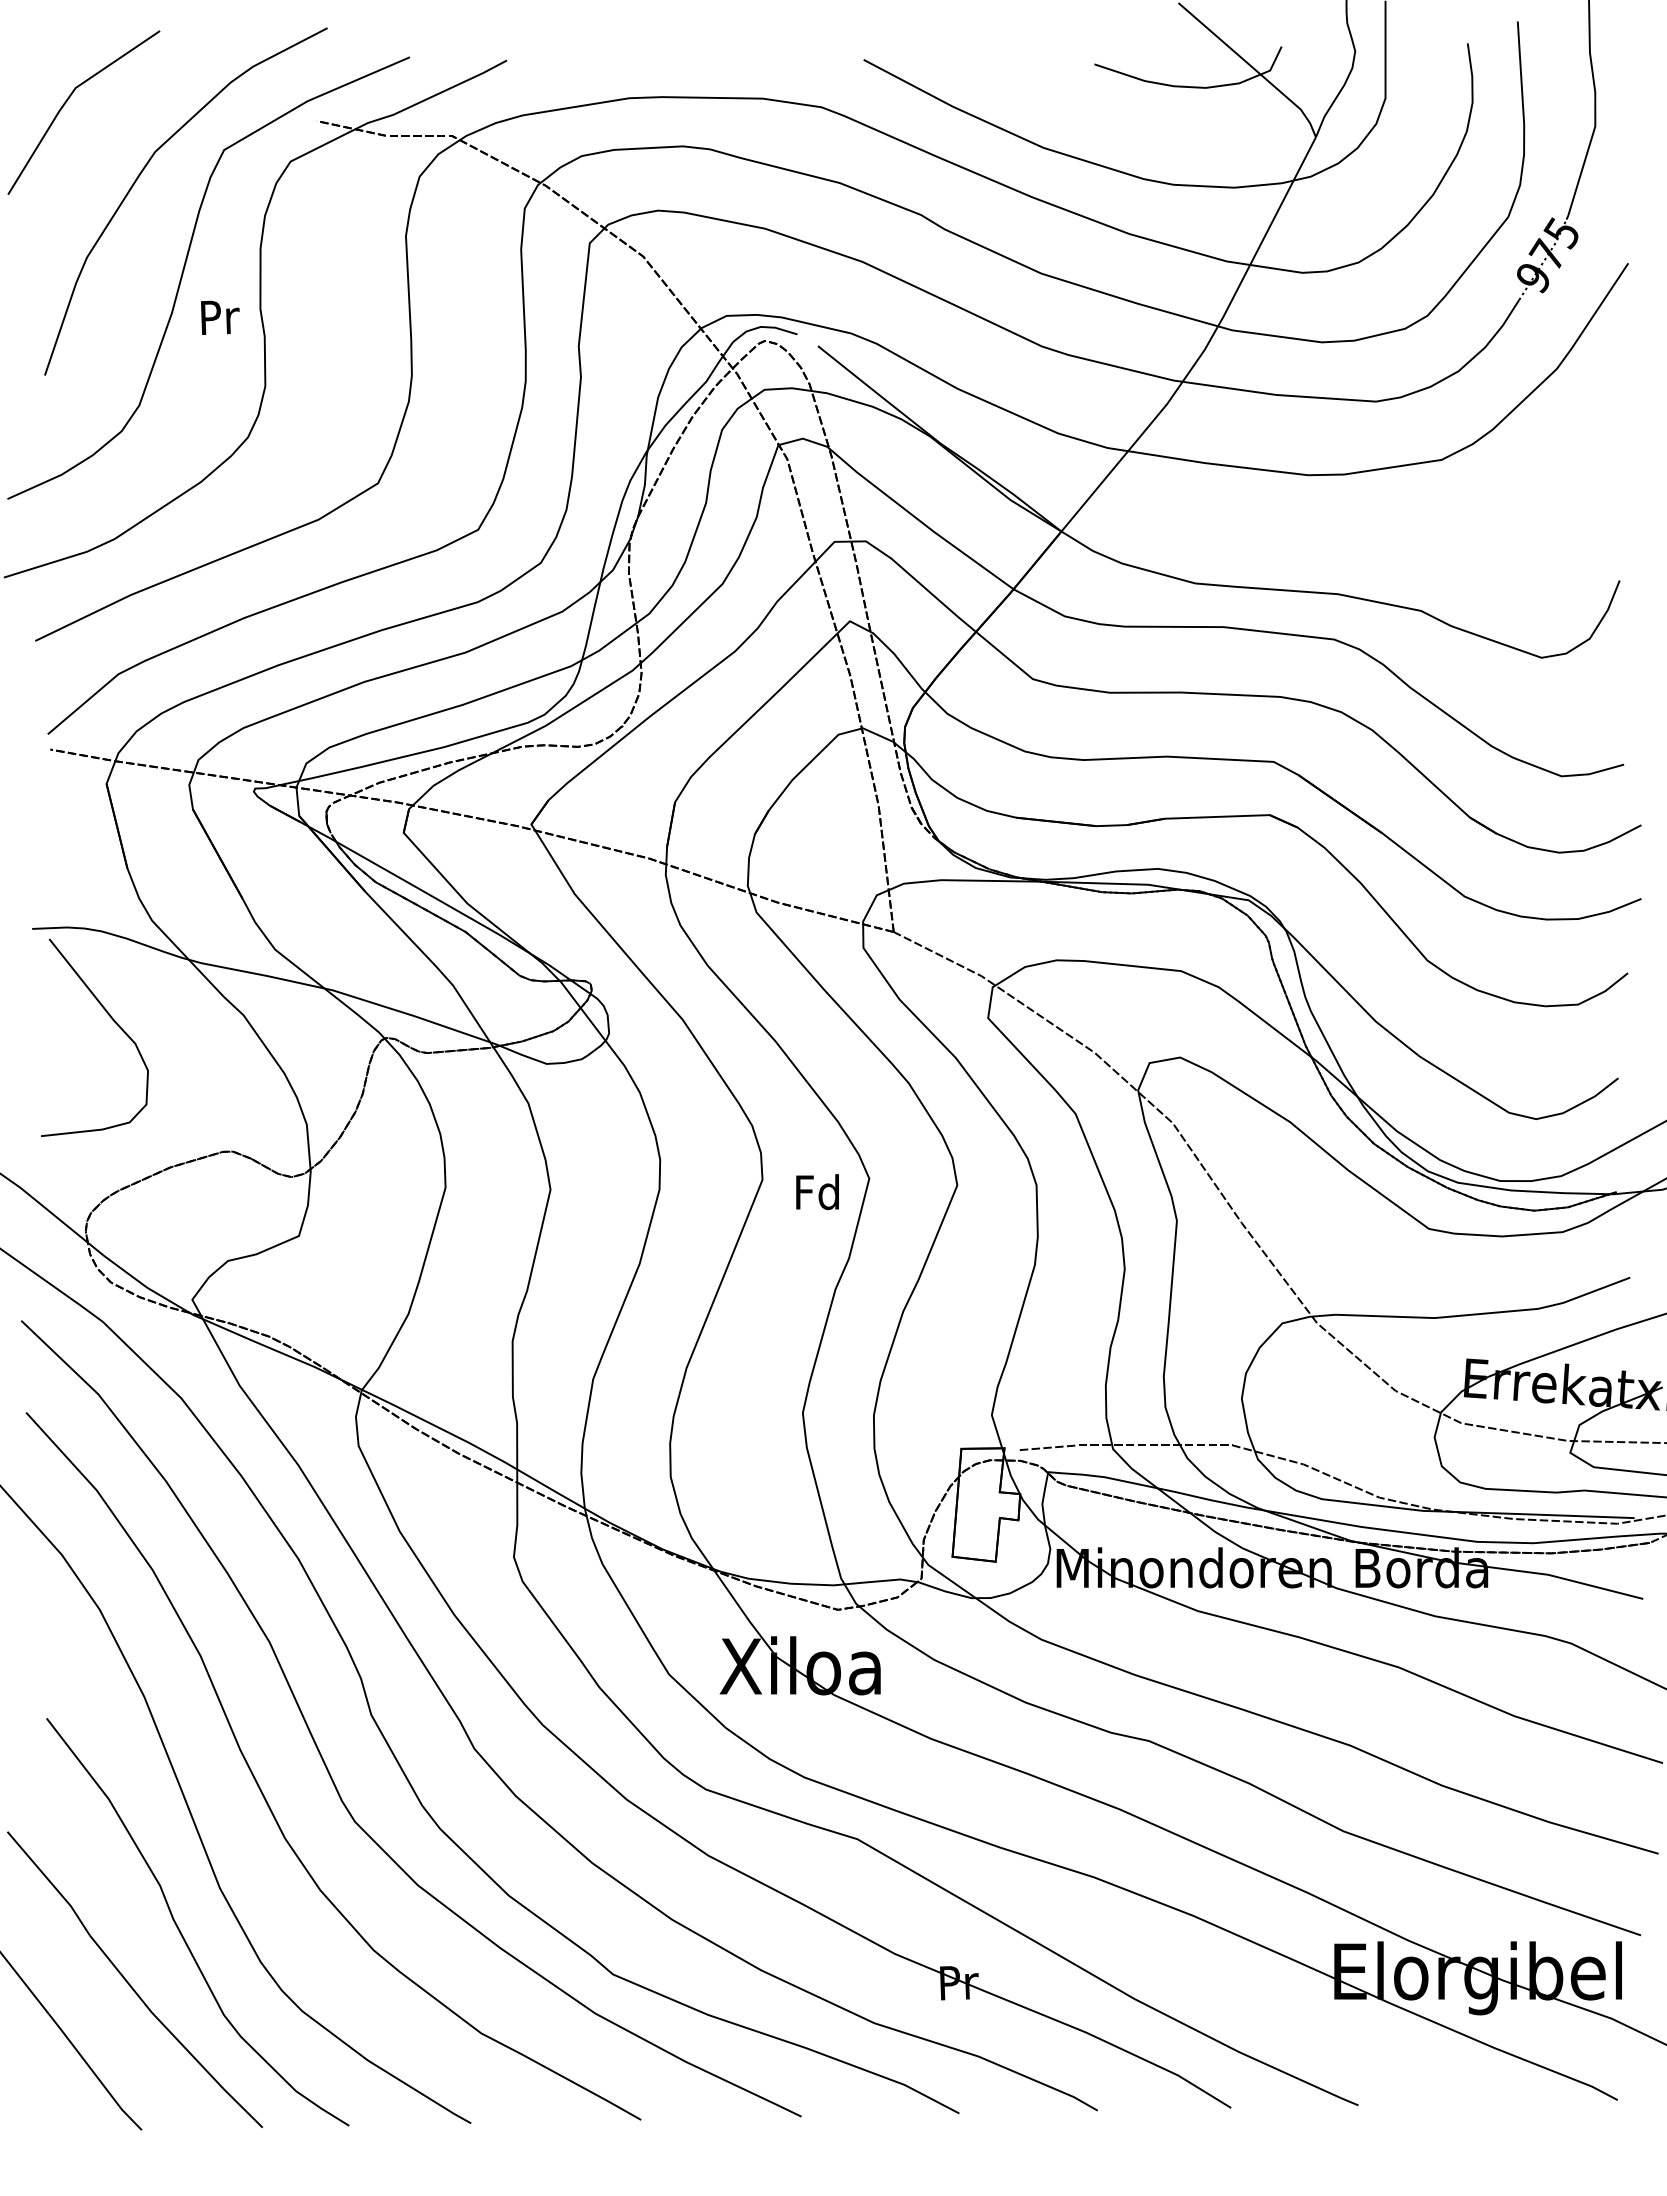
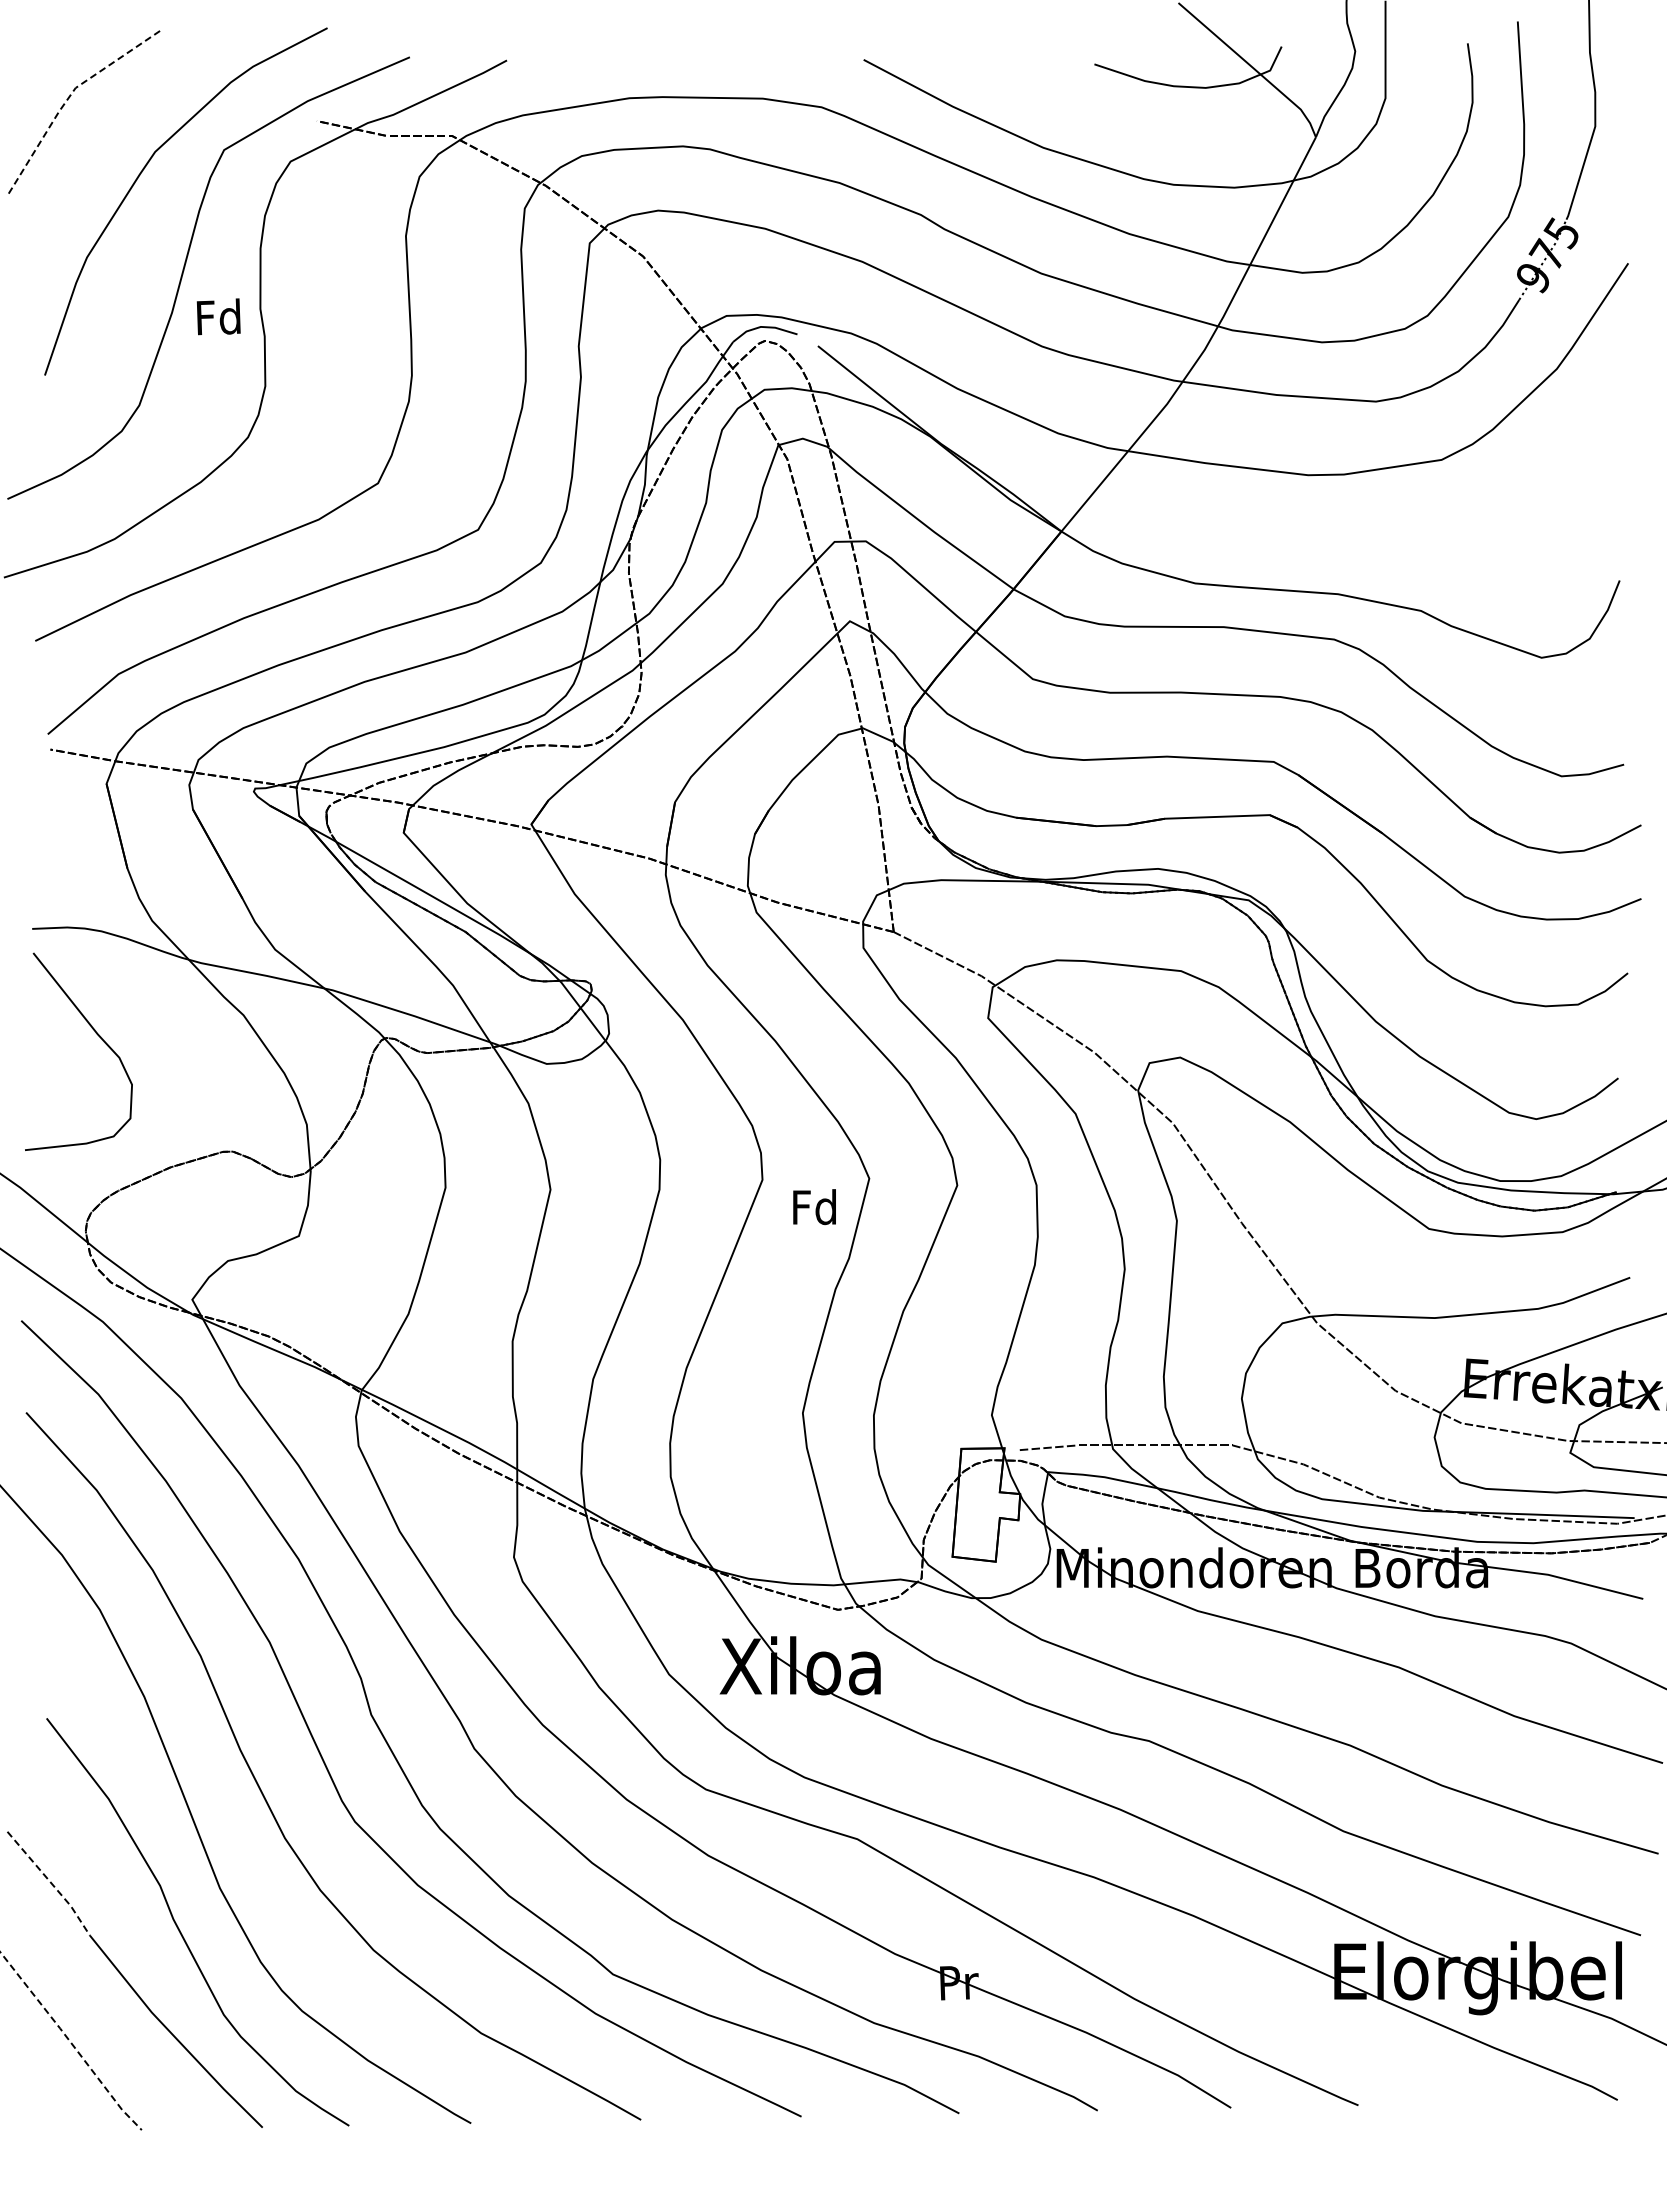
line at (68, 98): solid -> dashed
text at (218, 316): Pr -> Fd
curve at (111, 1019) position: (111, 1019) -> (95, 1033)
text at (817, 1192) position: (817, 1192) -> (814, 1207)
line at (50, 1882): solid -> dashed
line at (70, 2042): solid -> dashed
